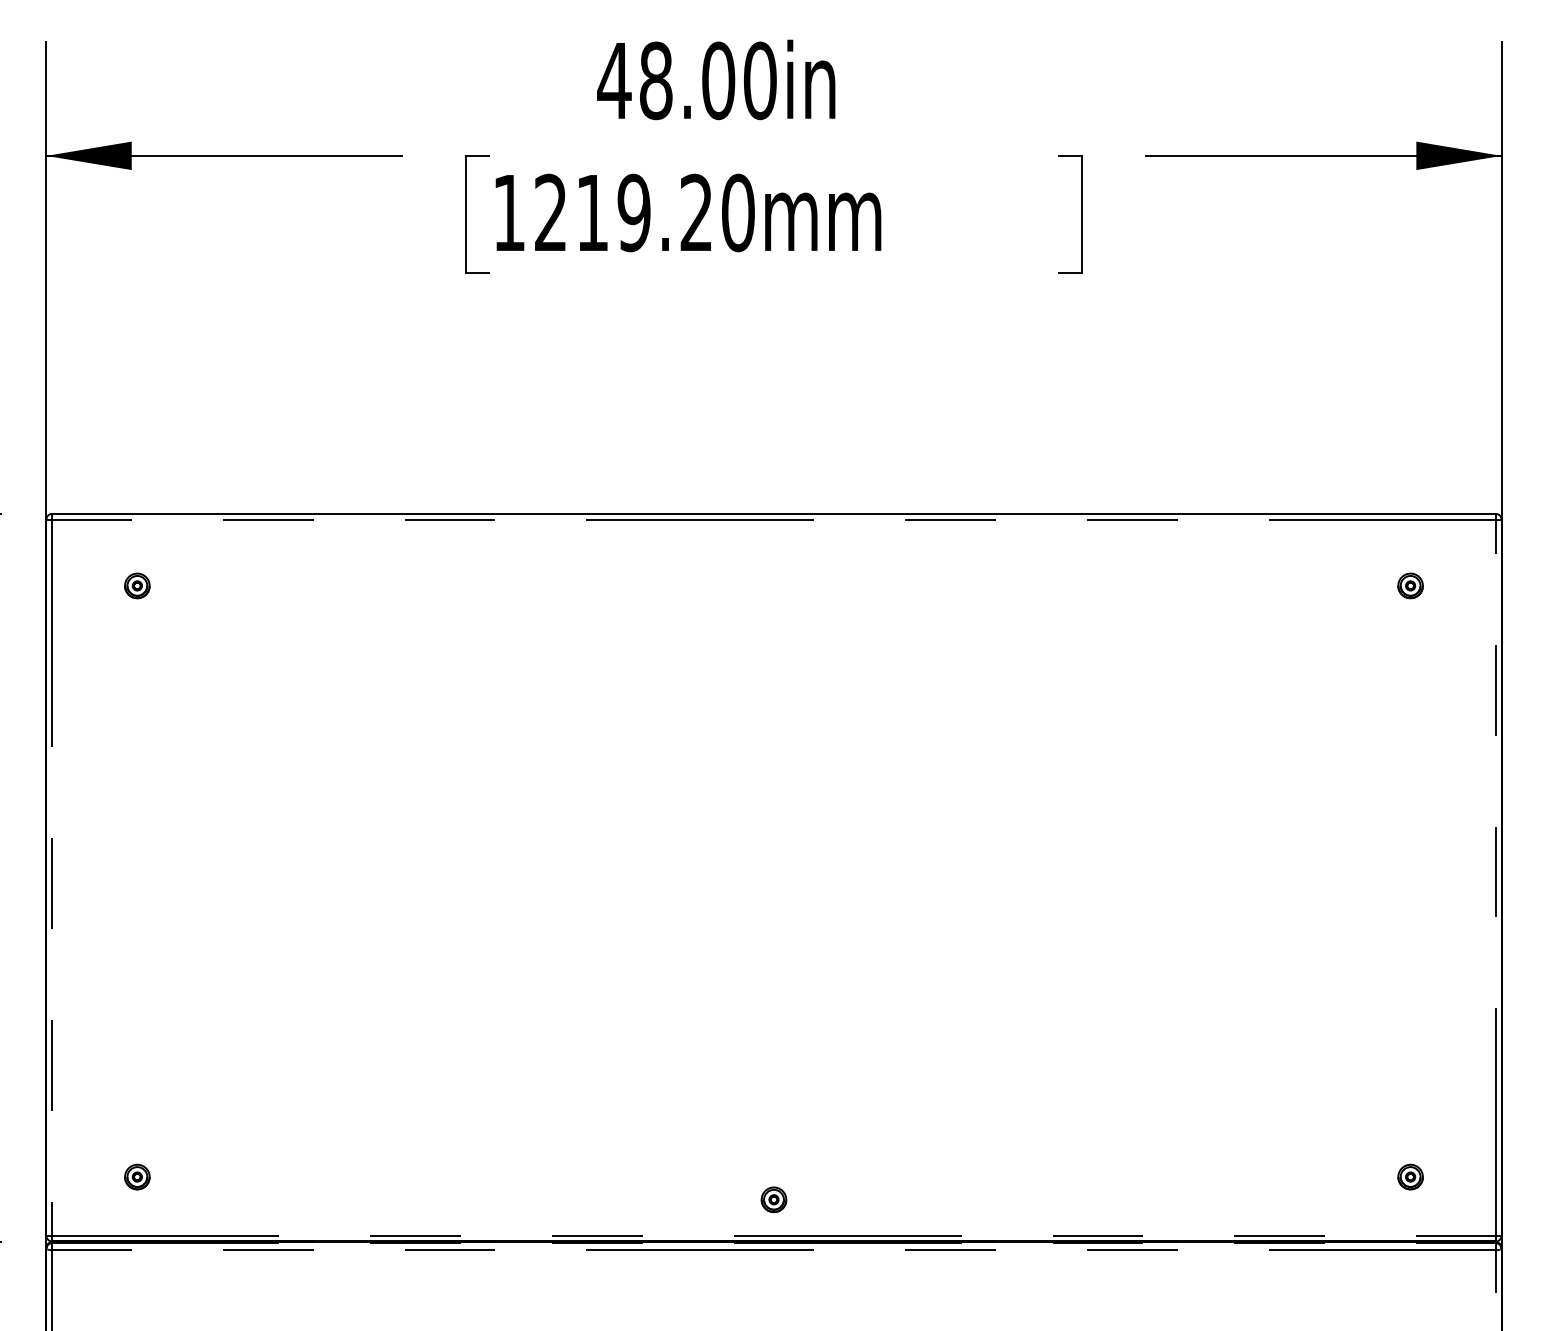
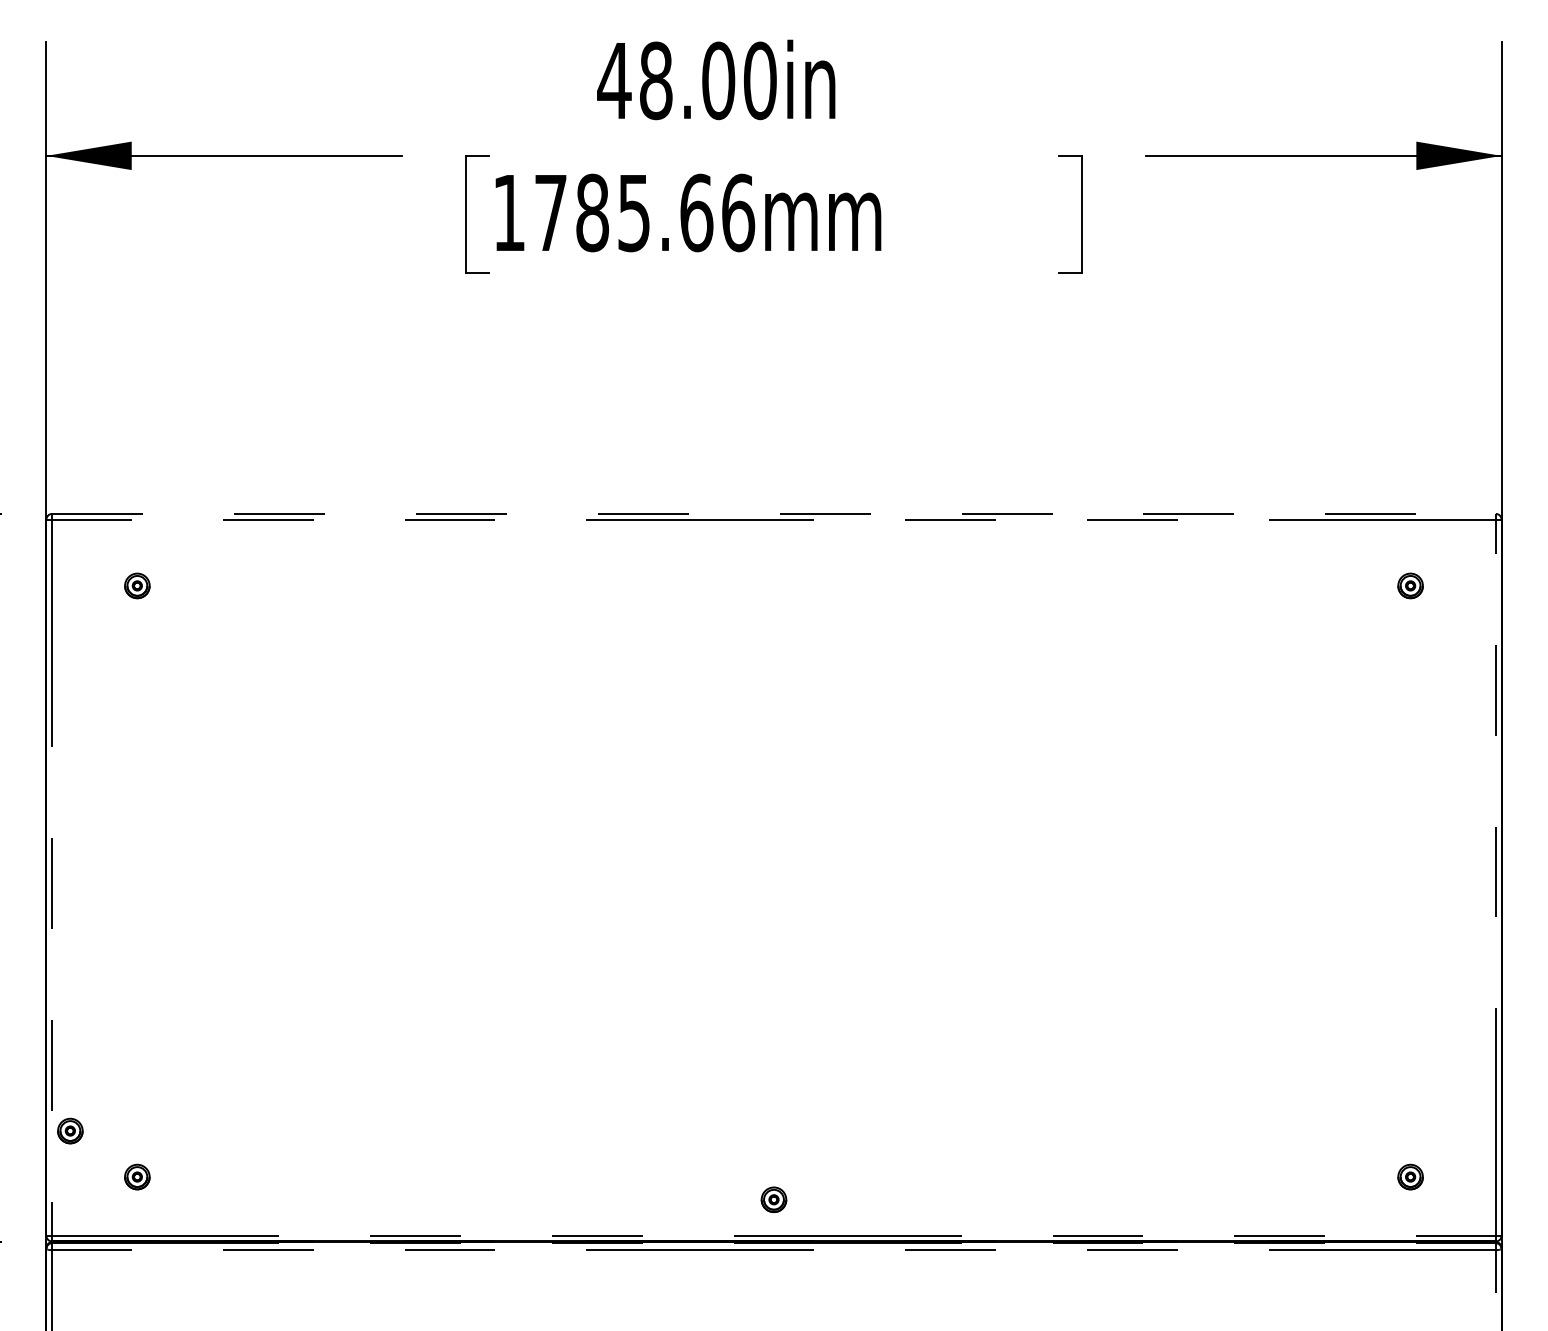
text at (645, 212): 1219.20mm -> 1785.66mm
line at (774, 513): solid -> dashed
part at (70, 1130): none -> present
